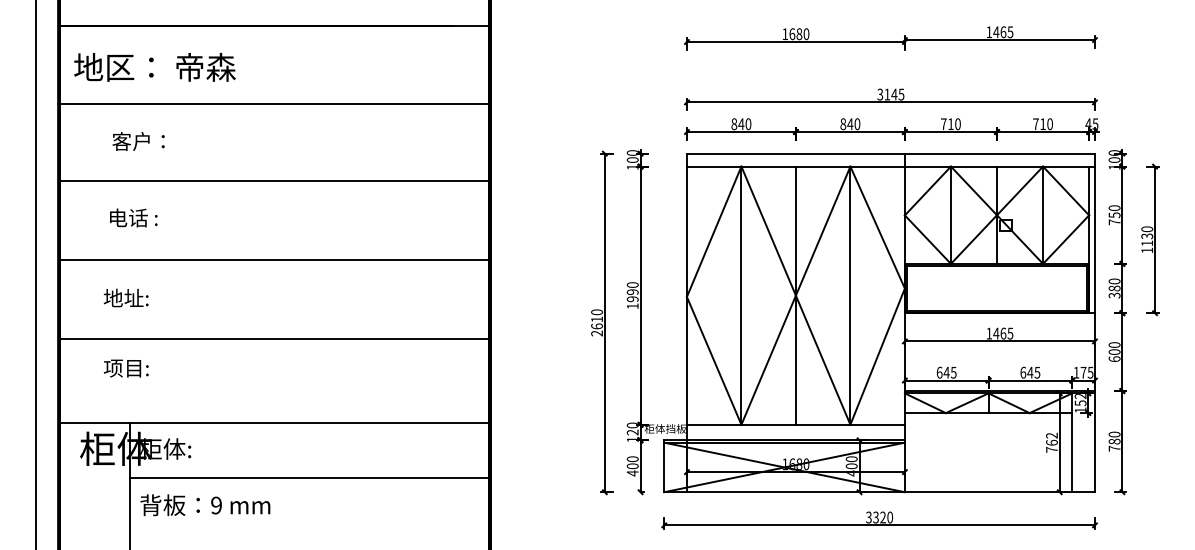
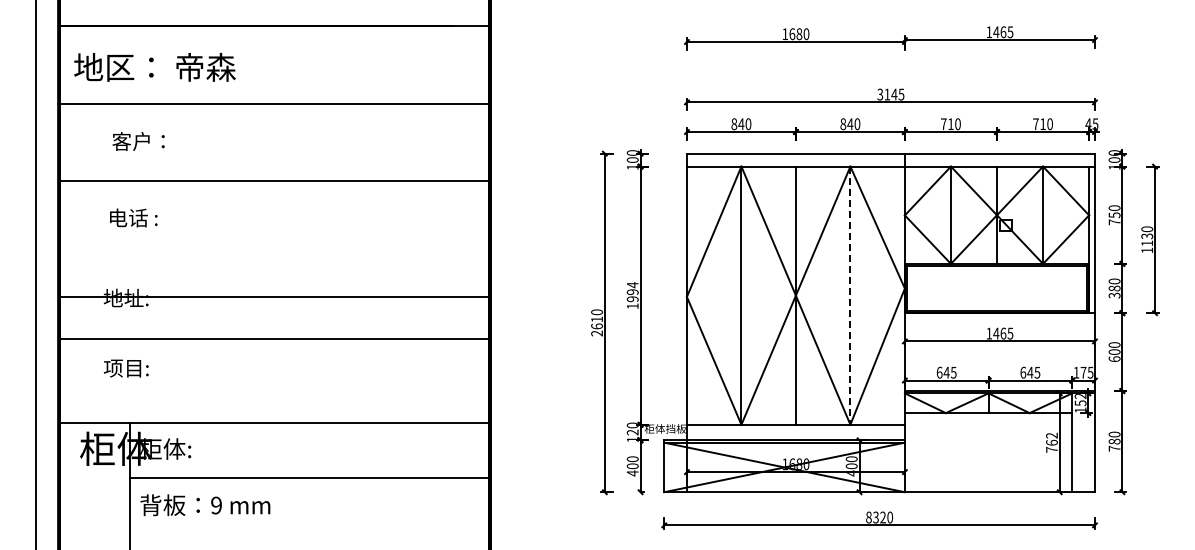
line at (274, 260) position: (274, 260) -> (274, 297)
text at (632, 285): 1990 -> 1994
line at (850, 296): solid -> dashed
text at (868, 517): 3320 -> 8320
